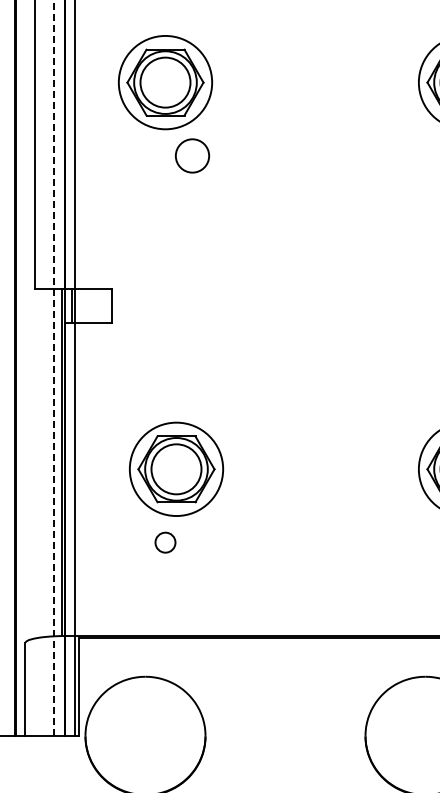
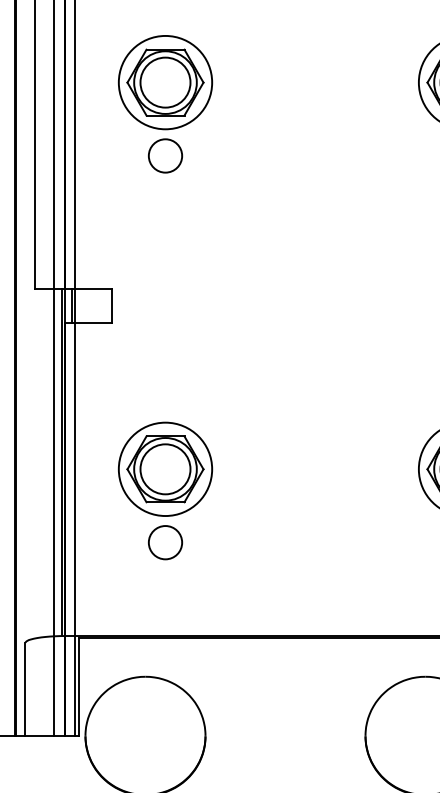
circle at (192, 155) position: (192, 155) -> (165, 155)
line at (54, 368): dashed -> solid
part at (176, 468) position: (176, 468) -> (165, 468)
circle at (165, 542) diameter: 20 px -> 33 px
